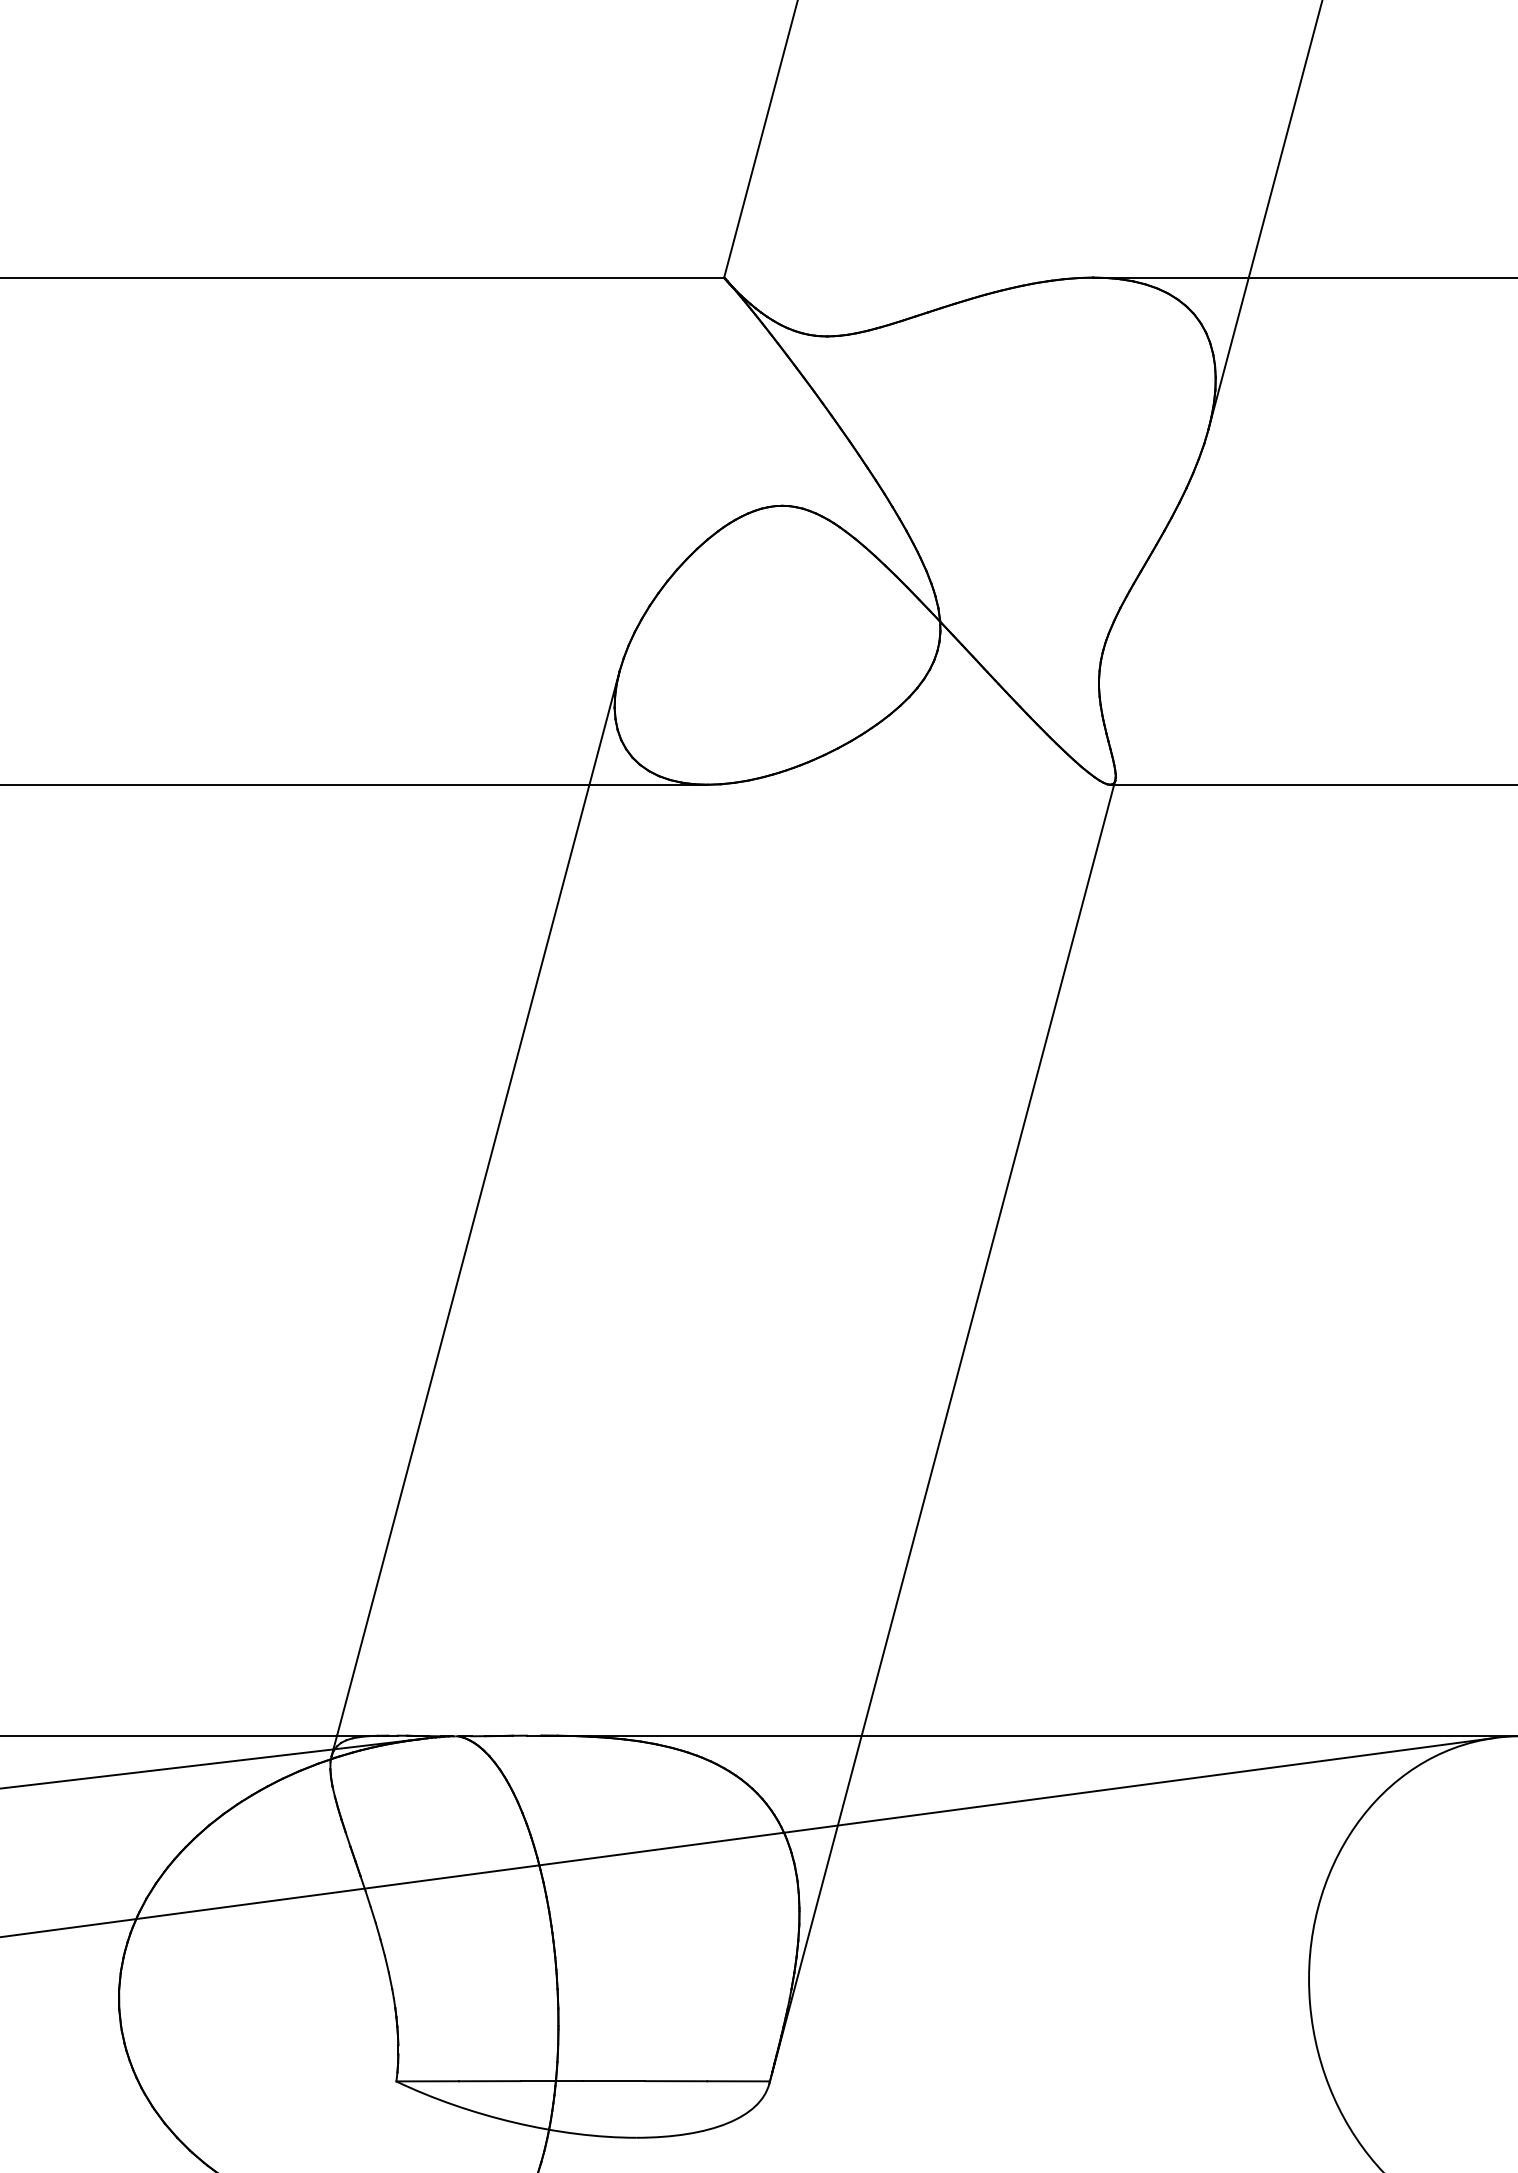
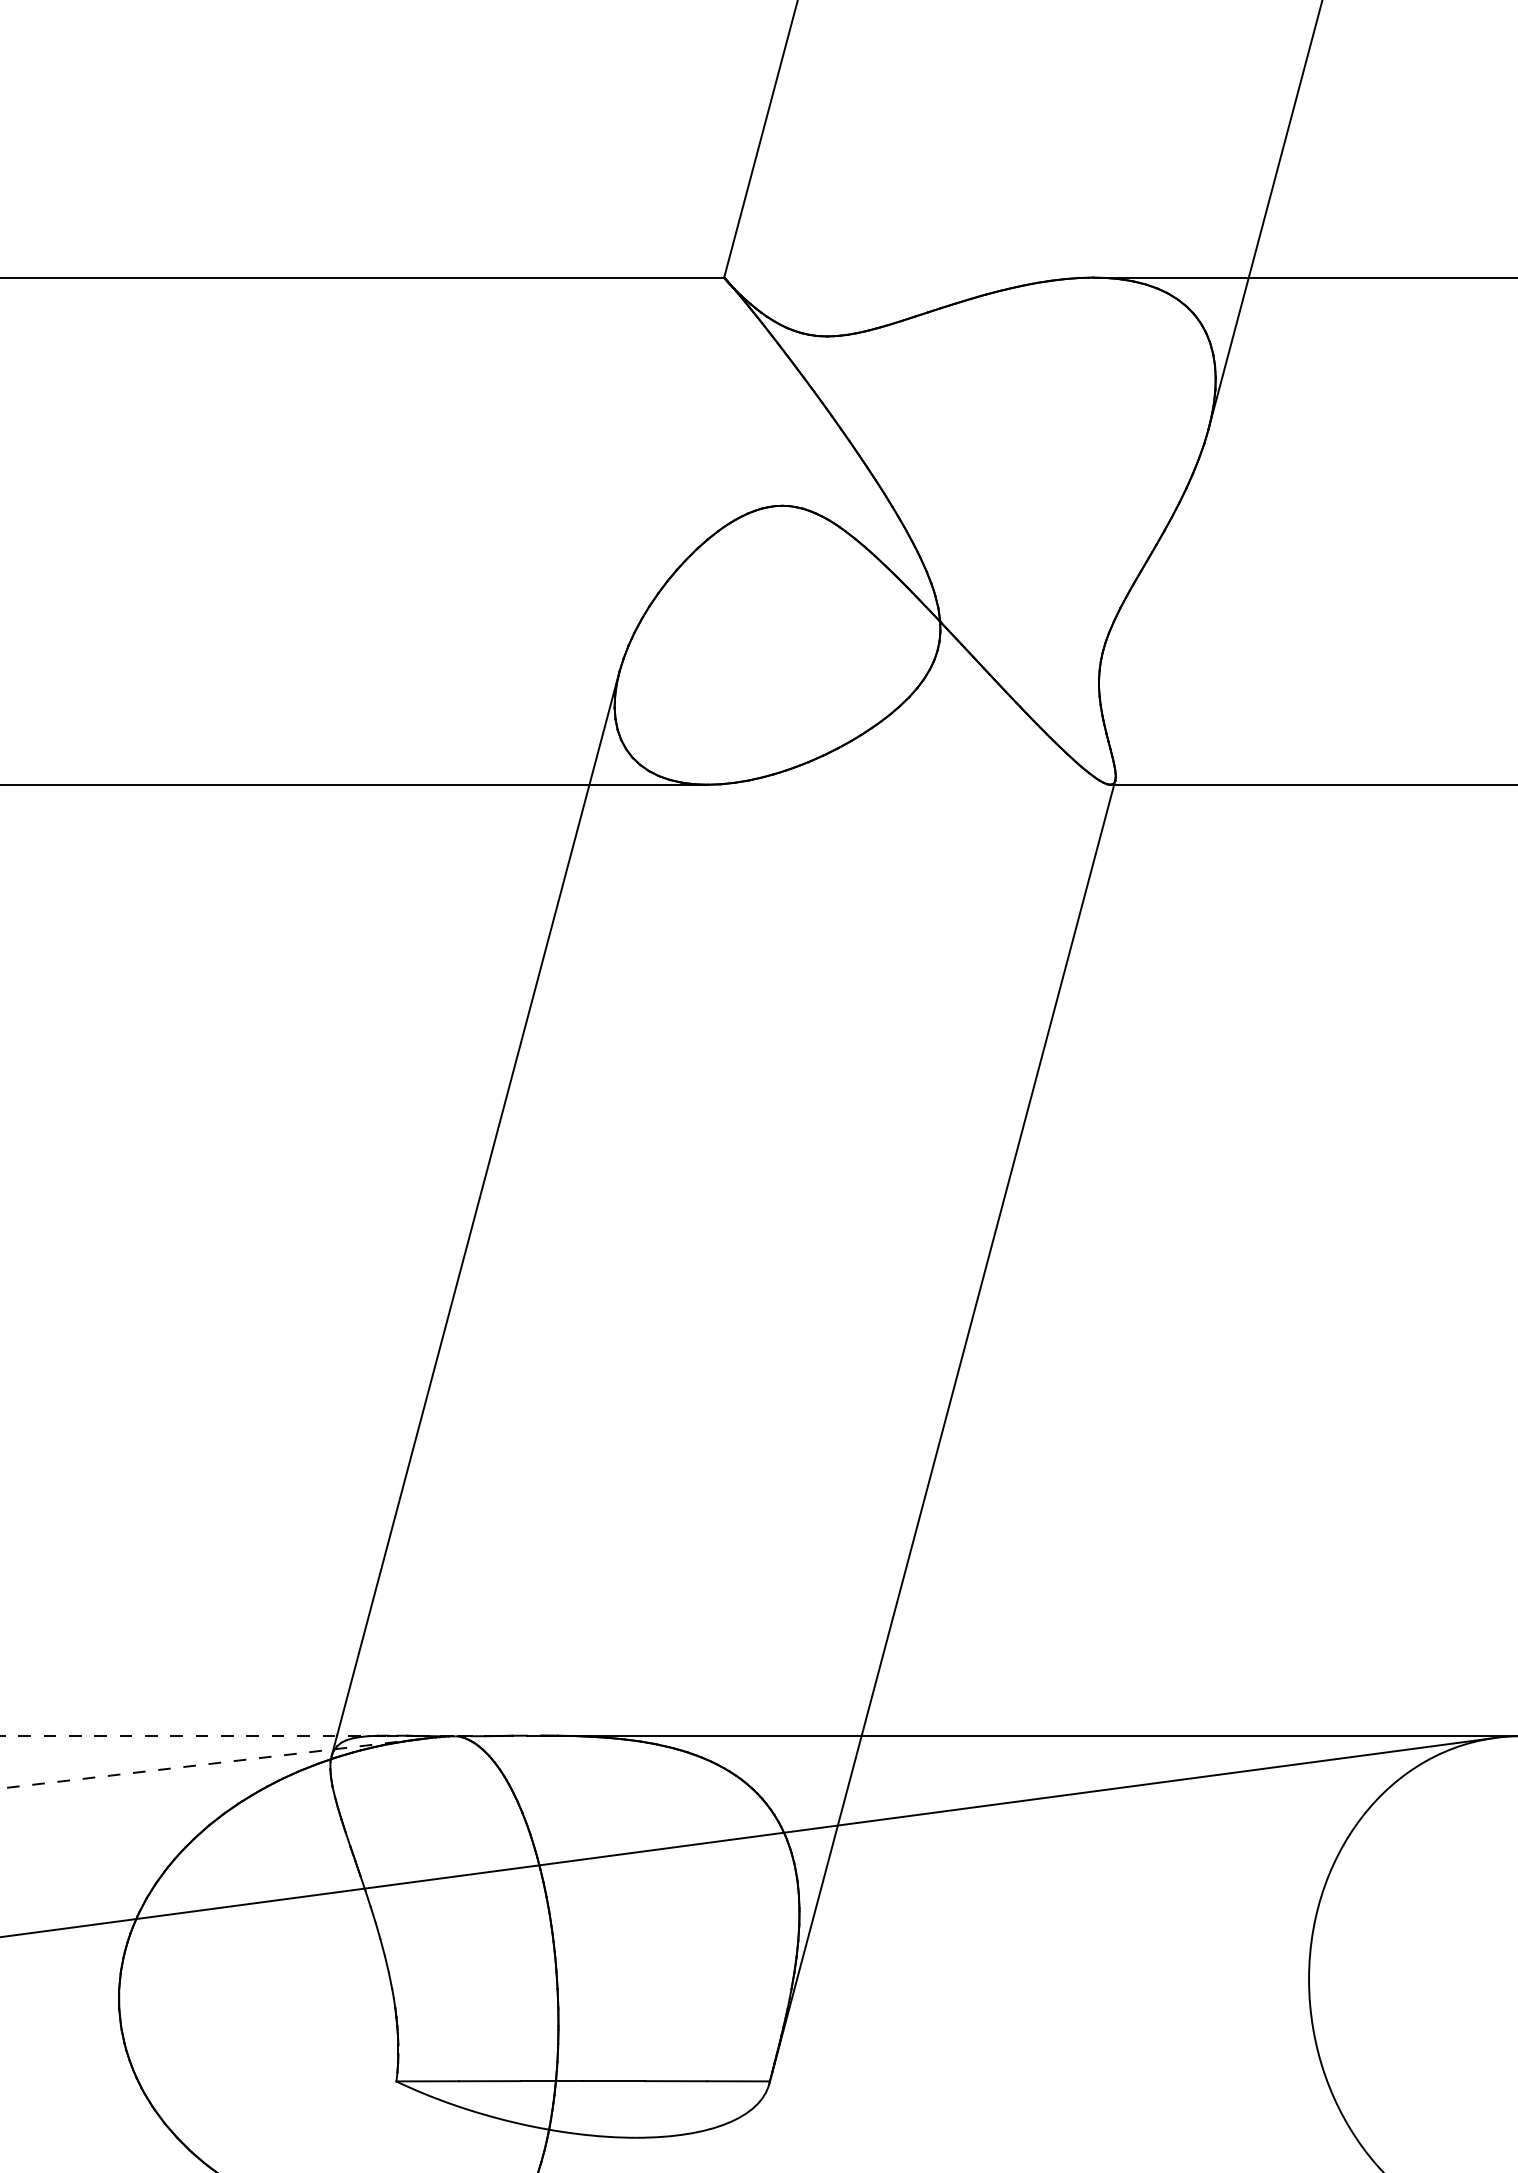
line at (194, 1735): solid -> dashed
line at (211, 1763): solid -> dashed
